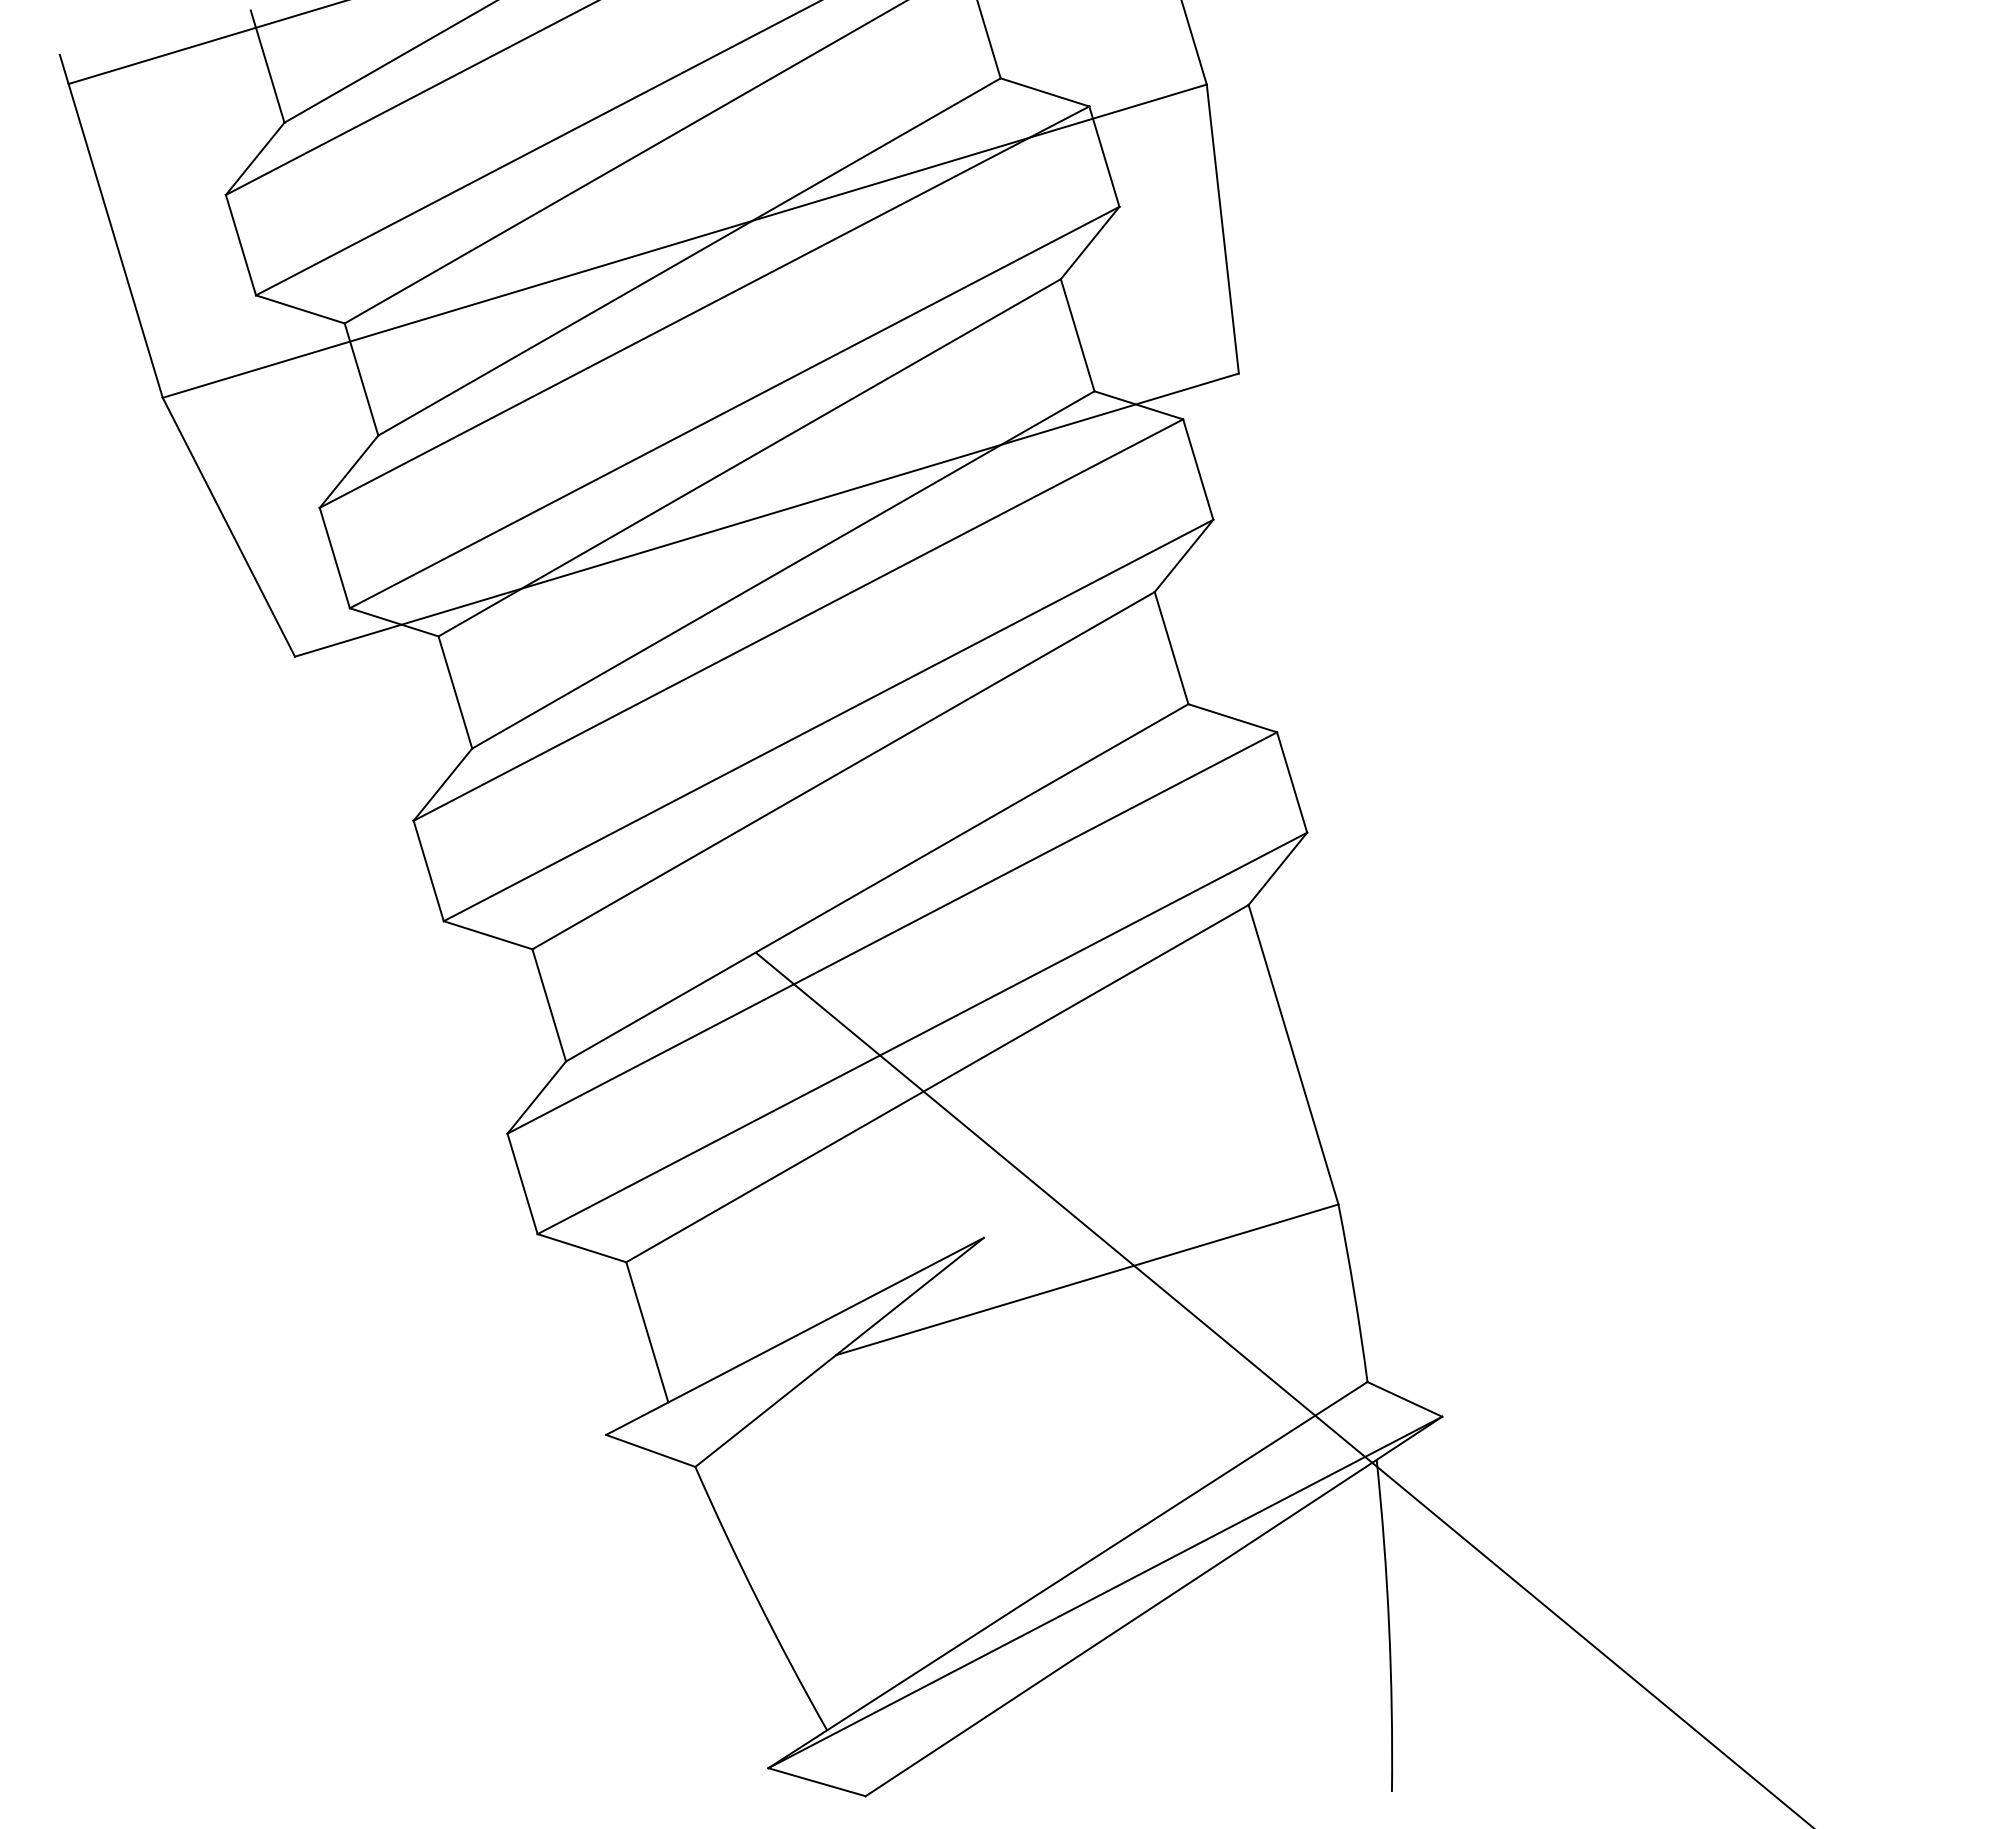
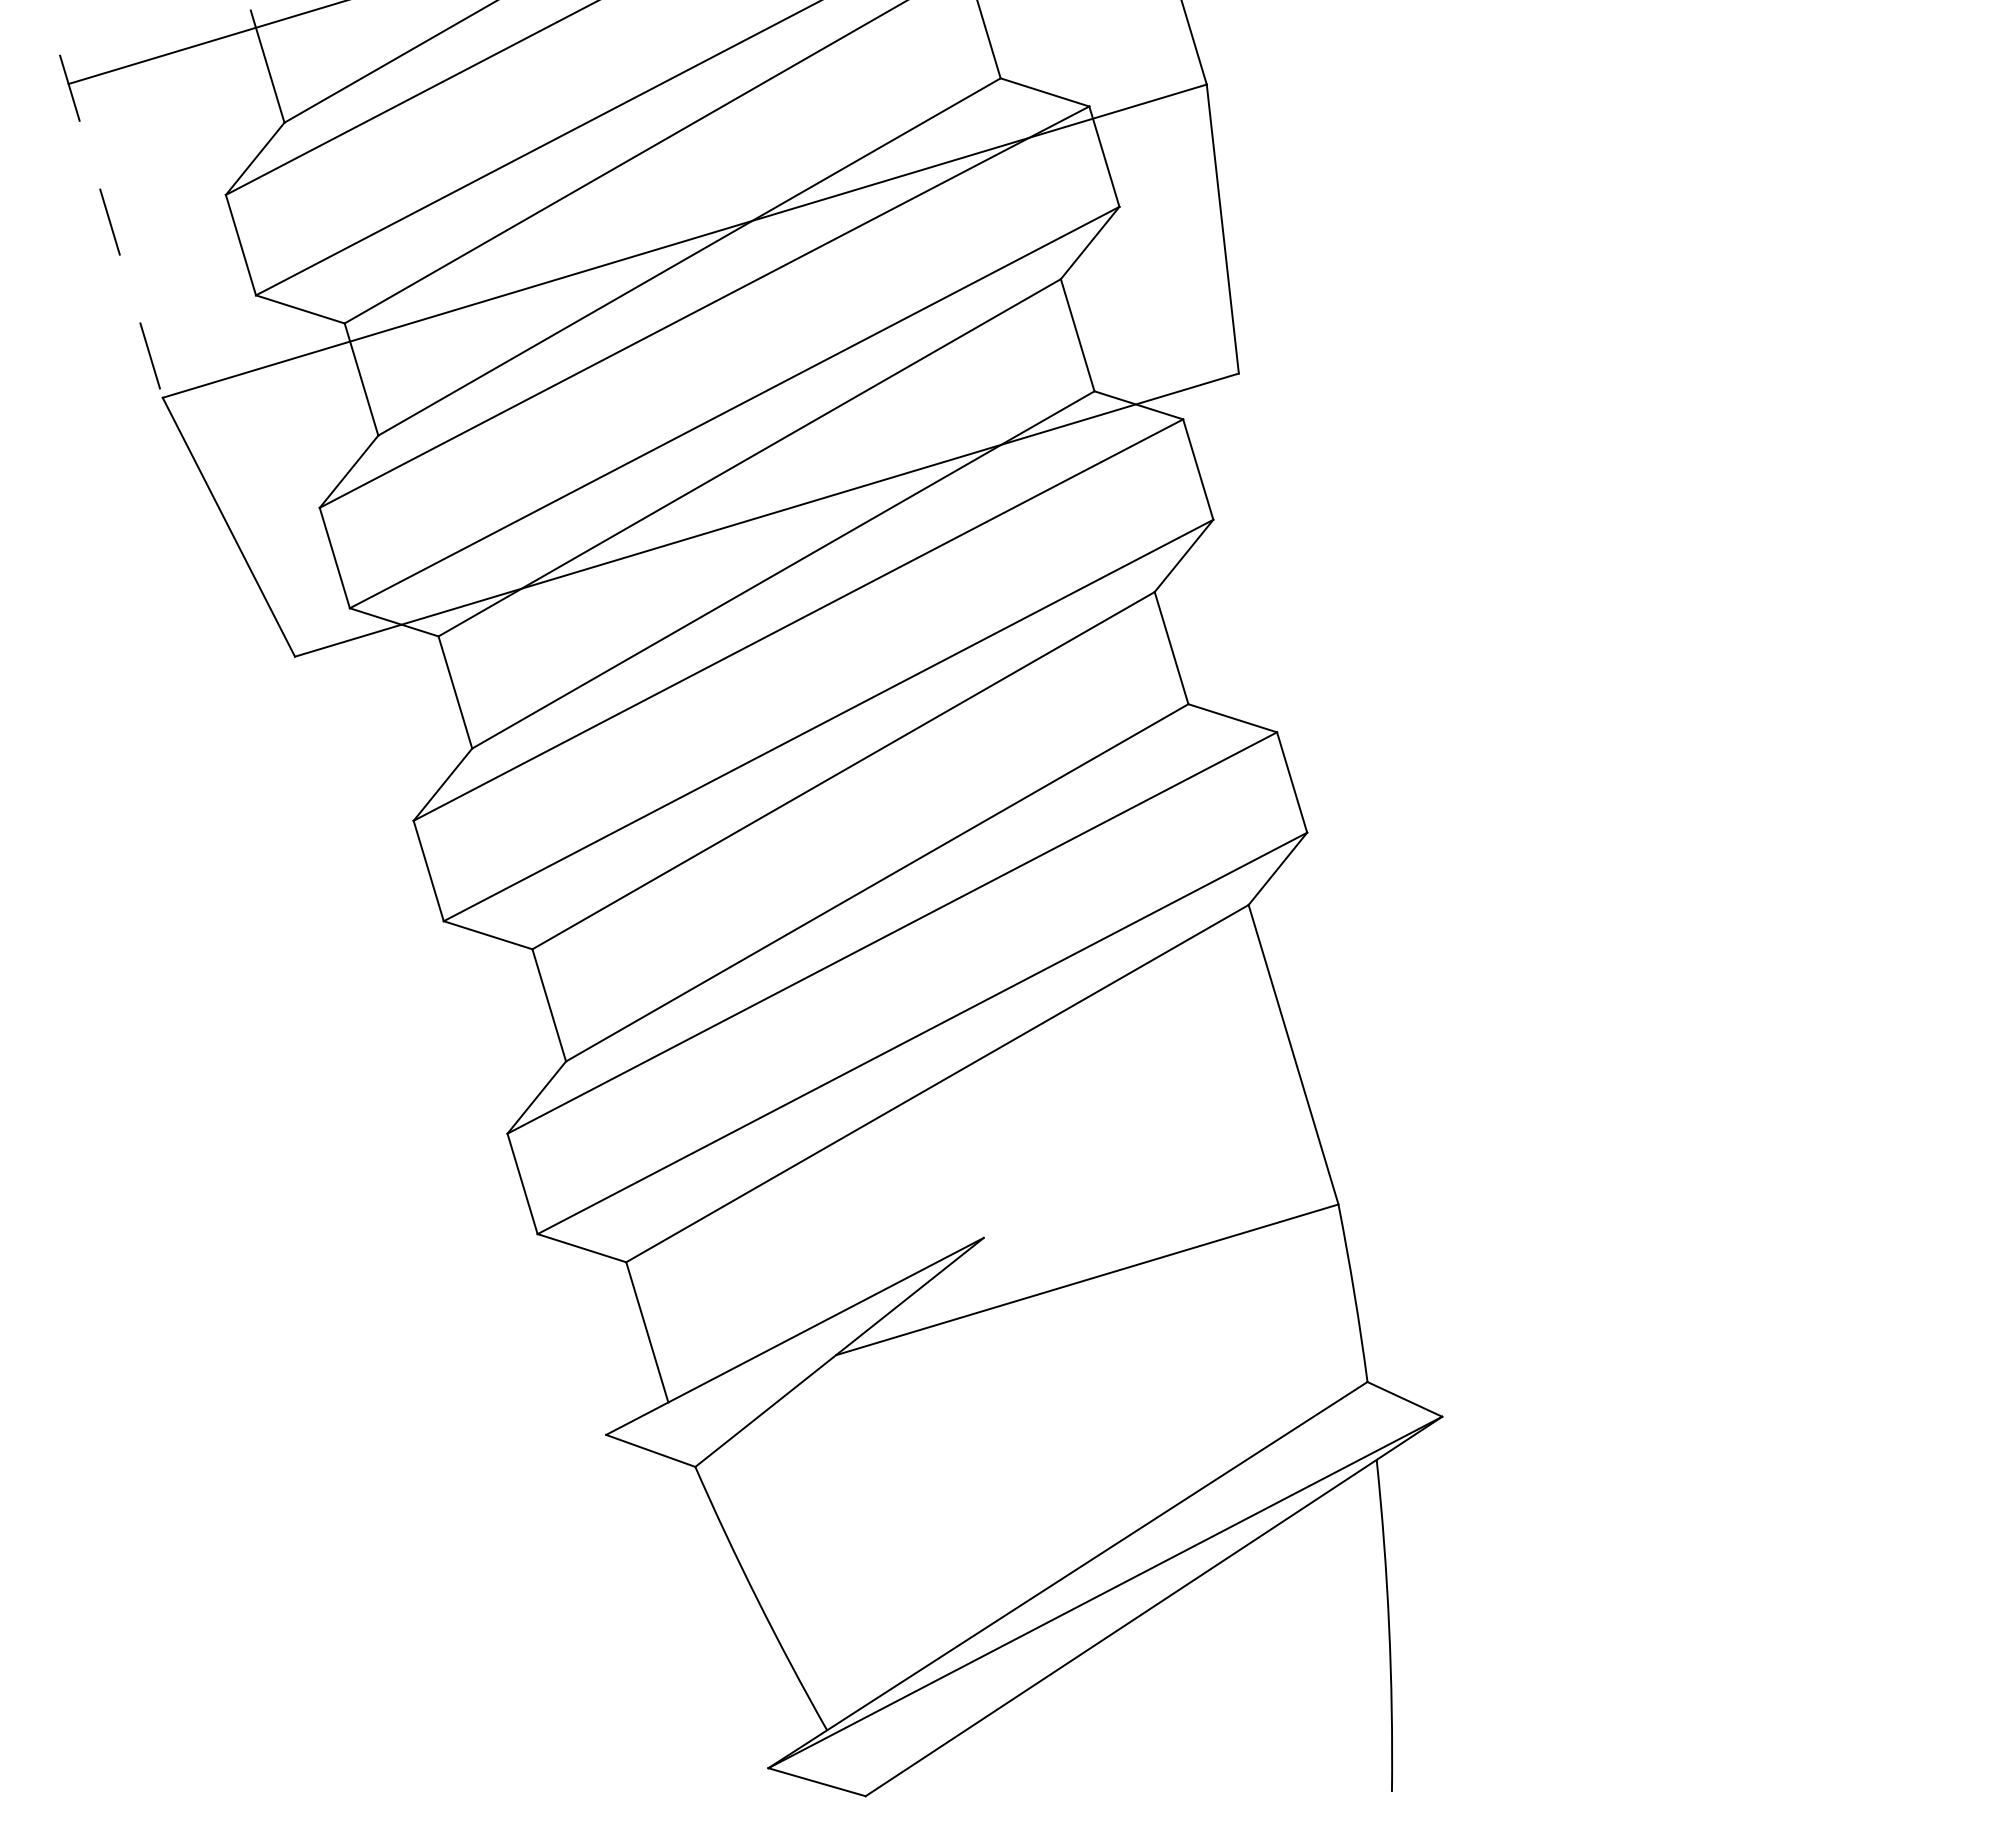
line at (111, 226): solid -> dashed
line at (1283, 1389): present -> none
